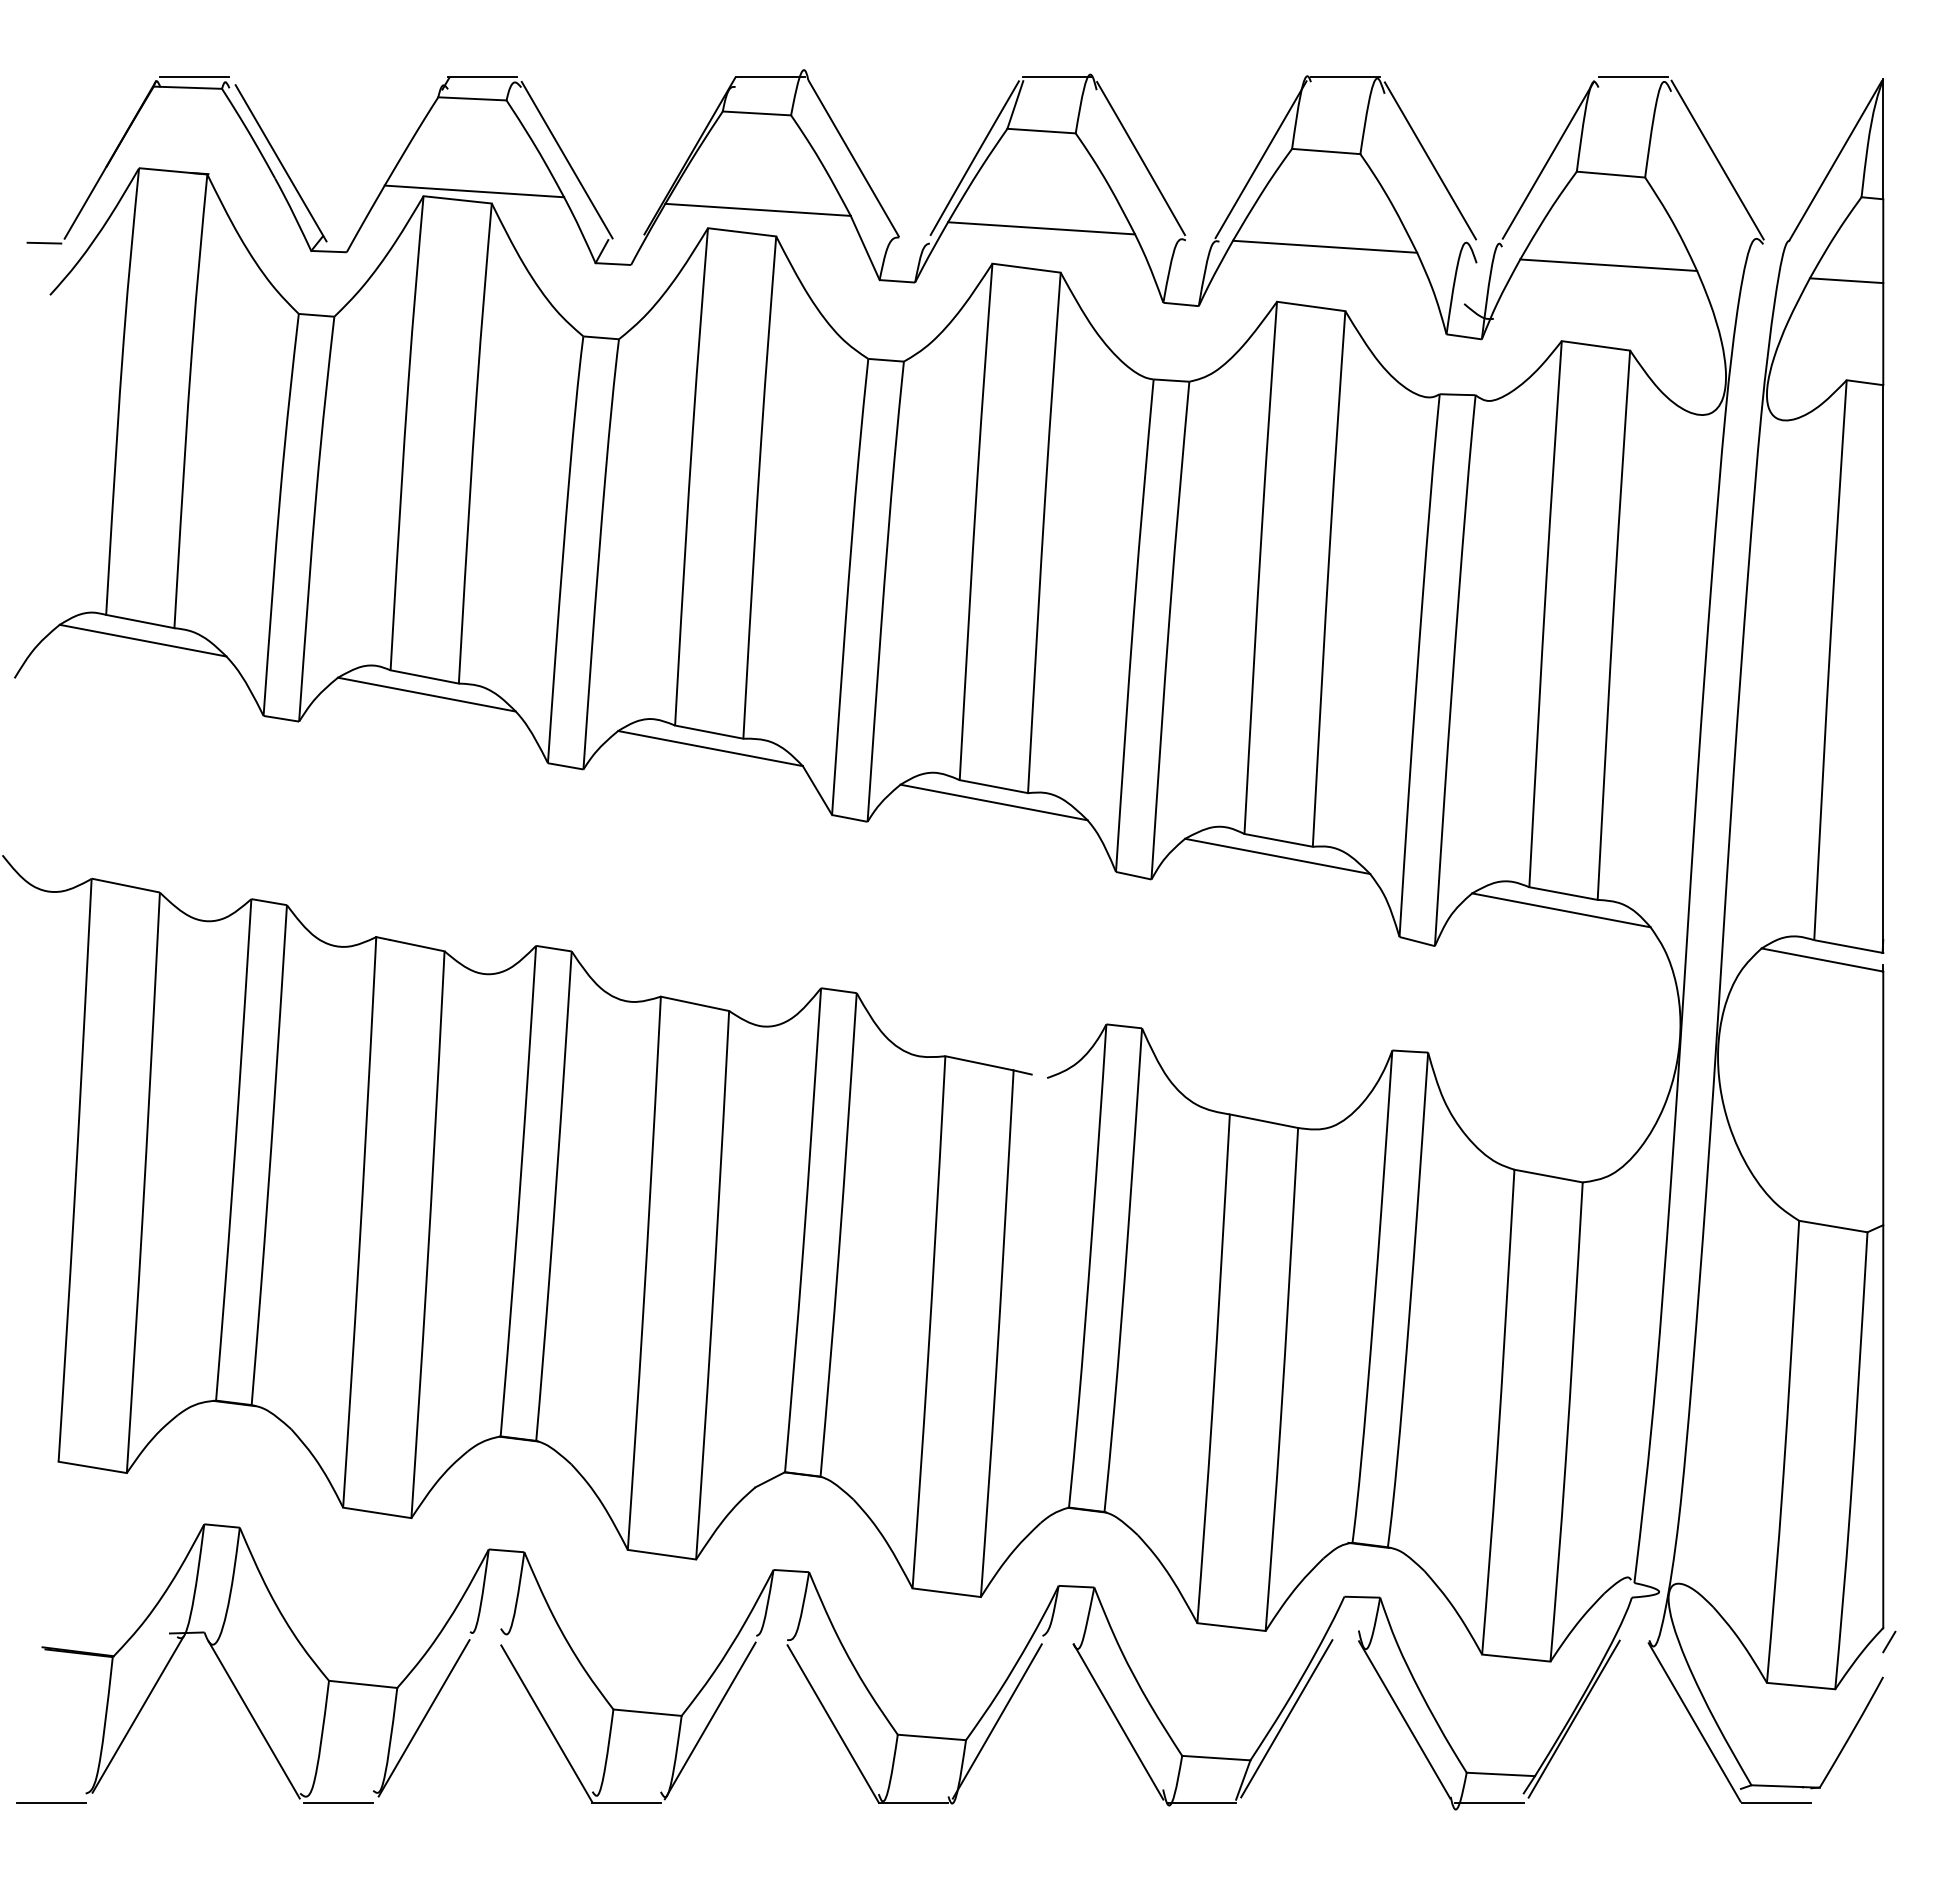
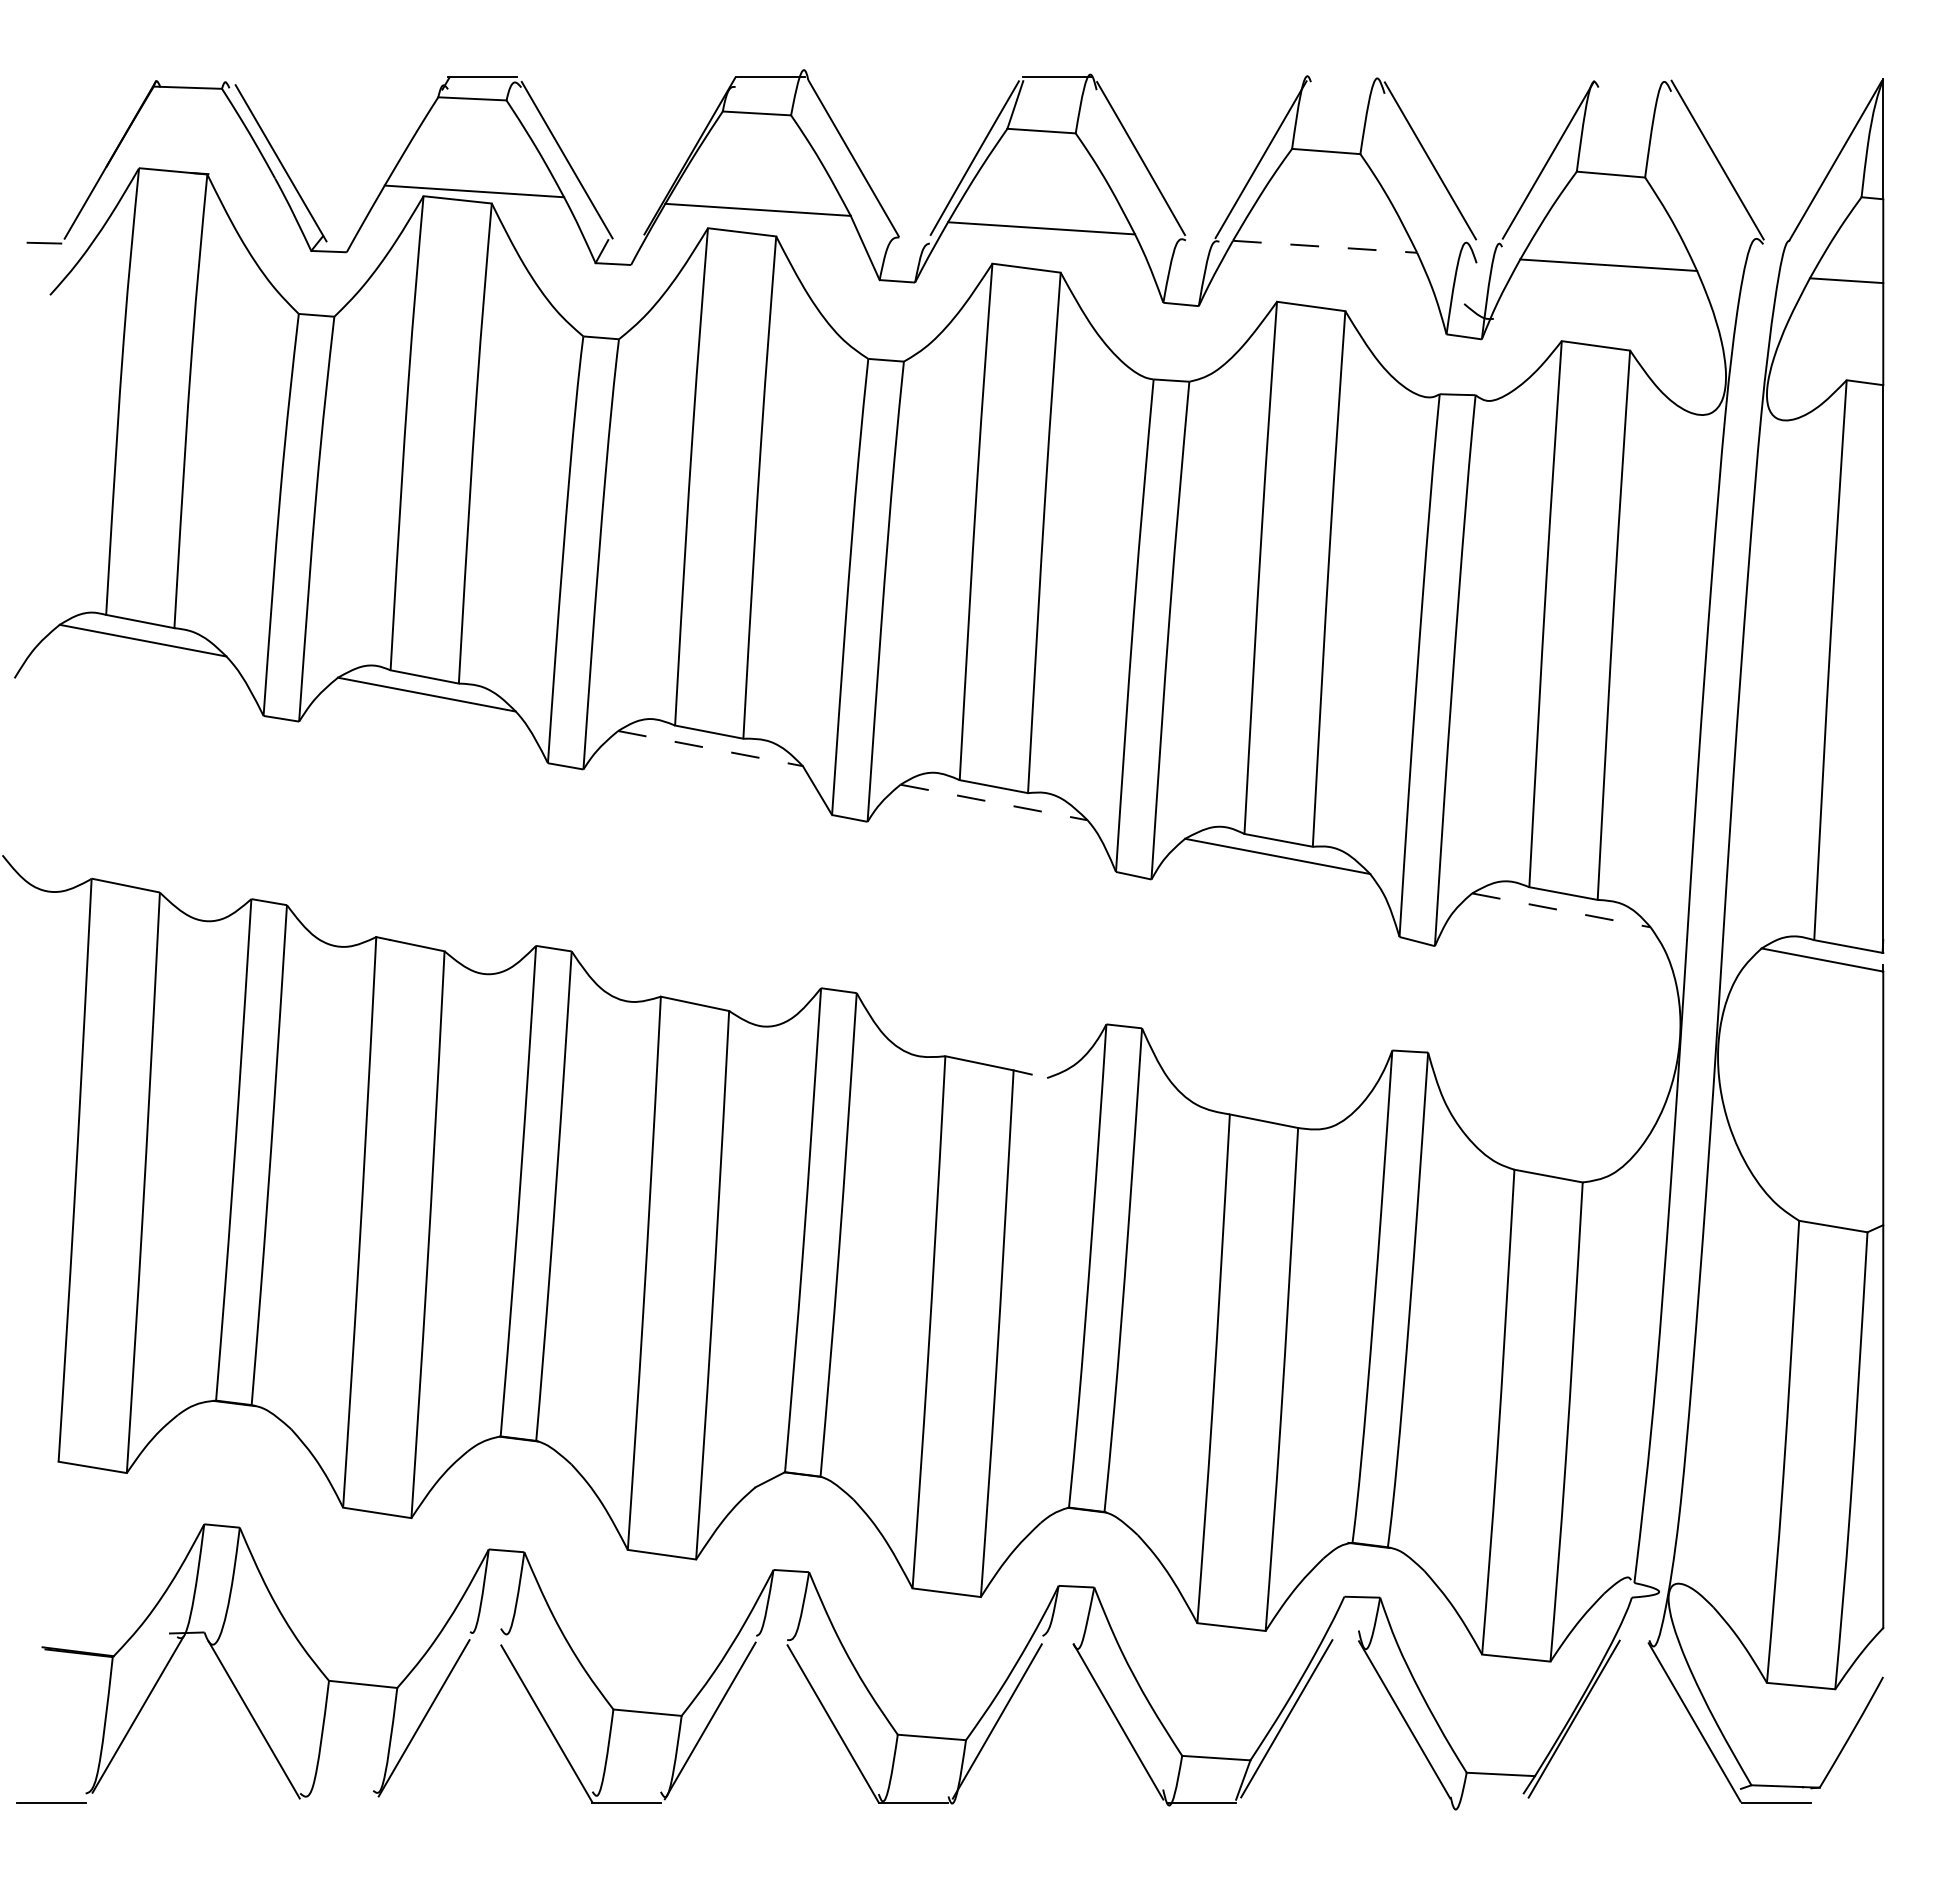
line at (194, 77): present -> none
line at (1344, 77): present -> none
line at (1632, 77): present -> none
line at (1325, 246): solid -> dashed
line at (711, 748): solid -> dashed
line at (994, 802): solid -> dashed
line at (1561, 910): solid -> dashed
line at (1889, 1641): present -> none
line at (338, 1802): present -> none
line at (1488, 1802): present -> none
